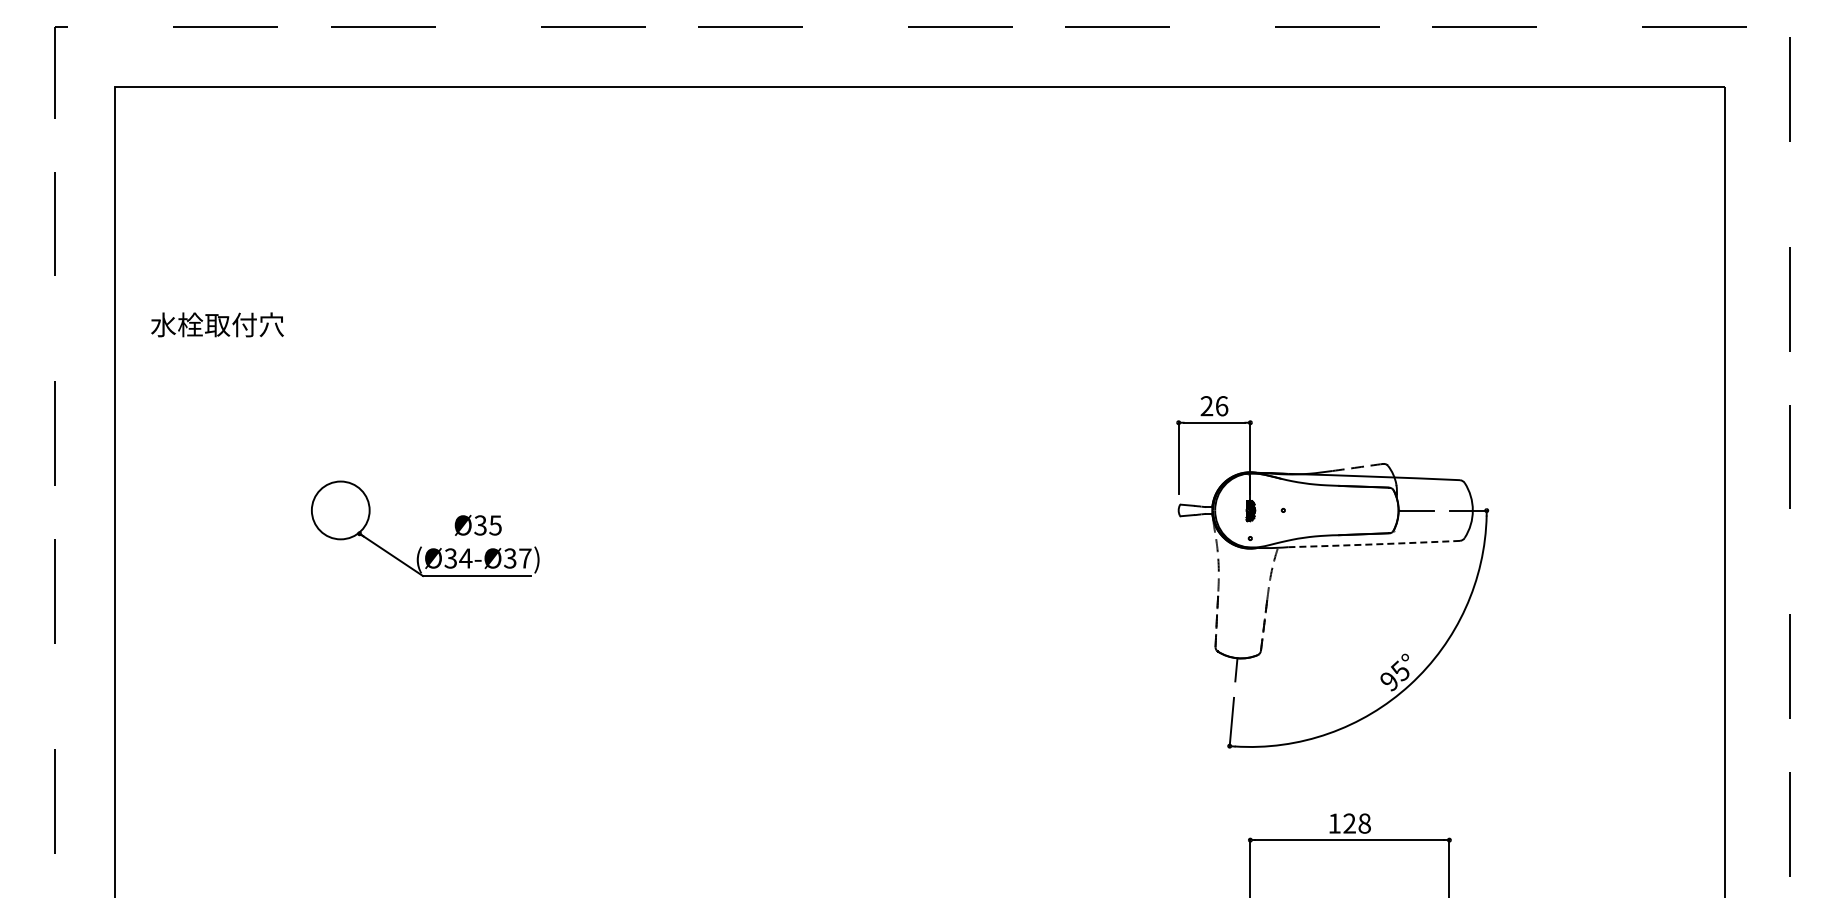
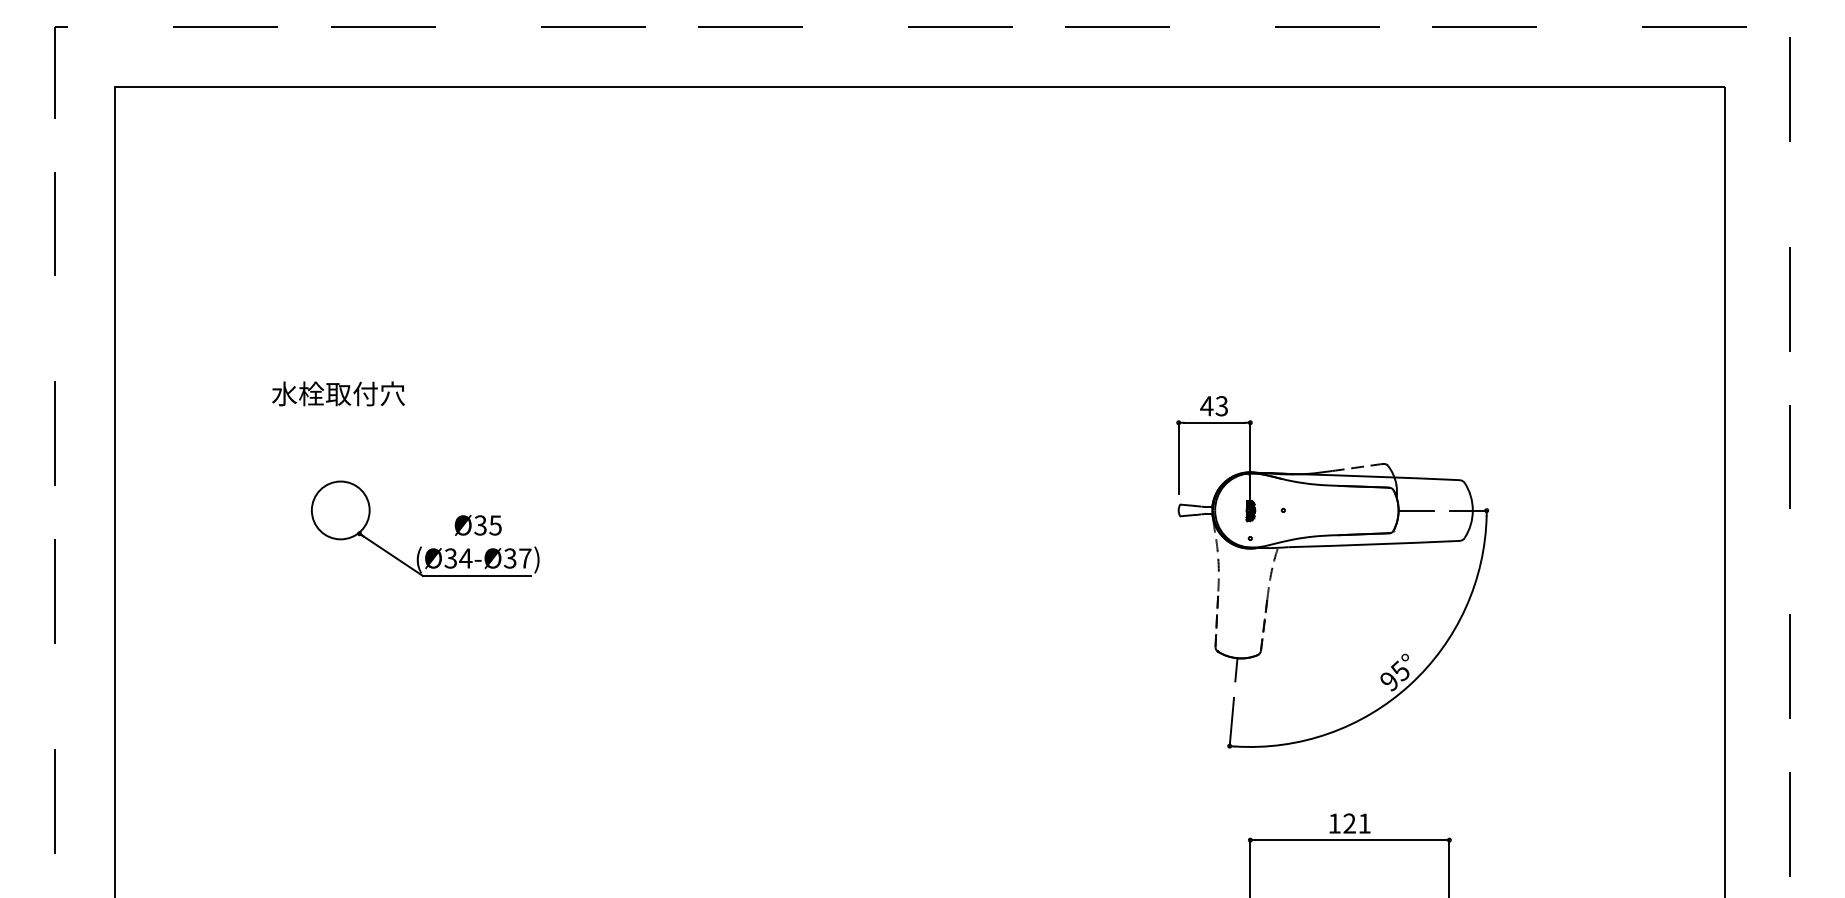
text at (217, 324) position: (217, 324) -> (338, 393)
text at (1214, 406): 26 -> 43
arc at (1374, 544): dashed -> solid
text at (1364, 823): 128 -> 121
